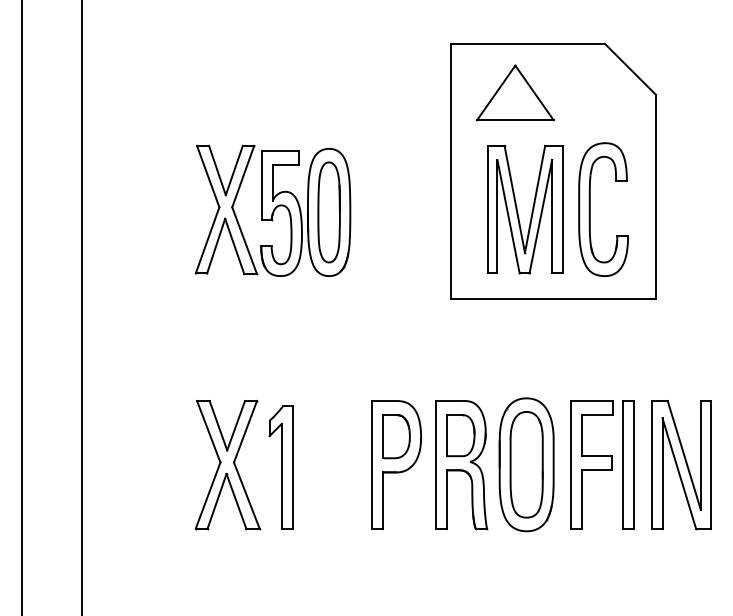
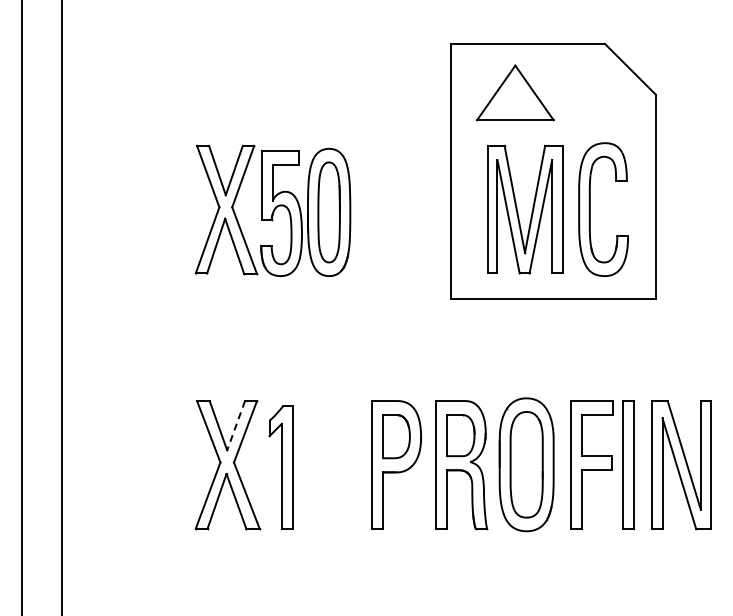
line at (81, 307) position: (81, 307) -> (61, 307)
line at (235, 426): solid -> dashed
